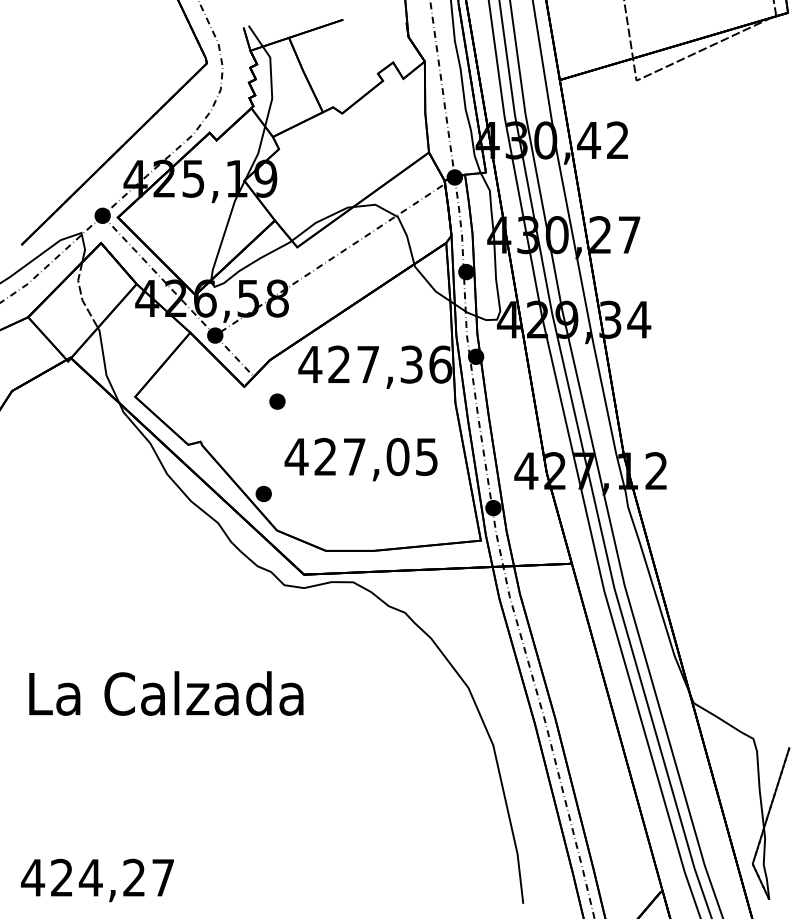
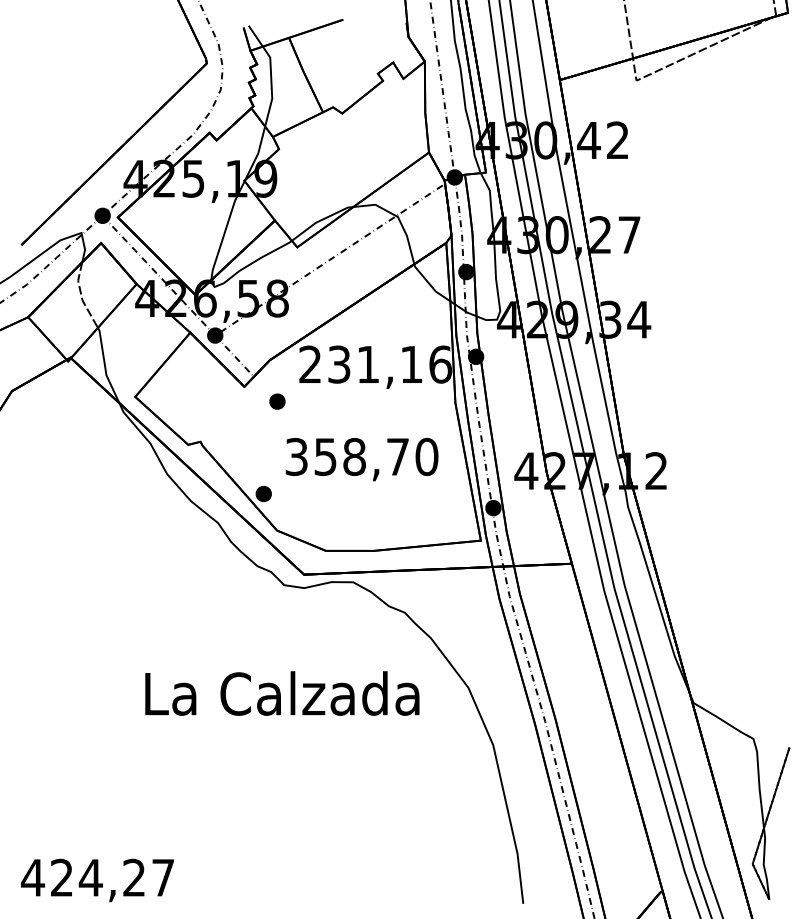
text at (360, 364): 427,36 -> 231,16
text at (361, 456): 427,05 -> 358,70
text at (166, 693) position: (166, 693) -> (282, 693)
